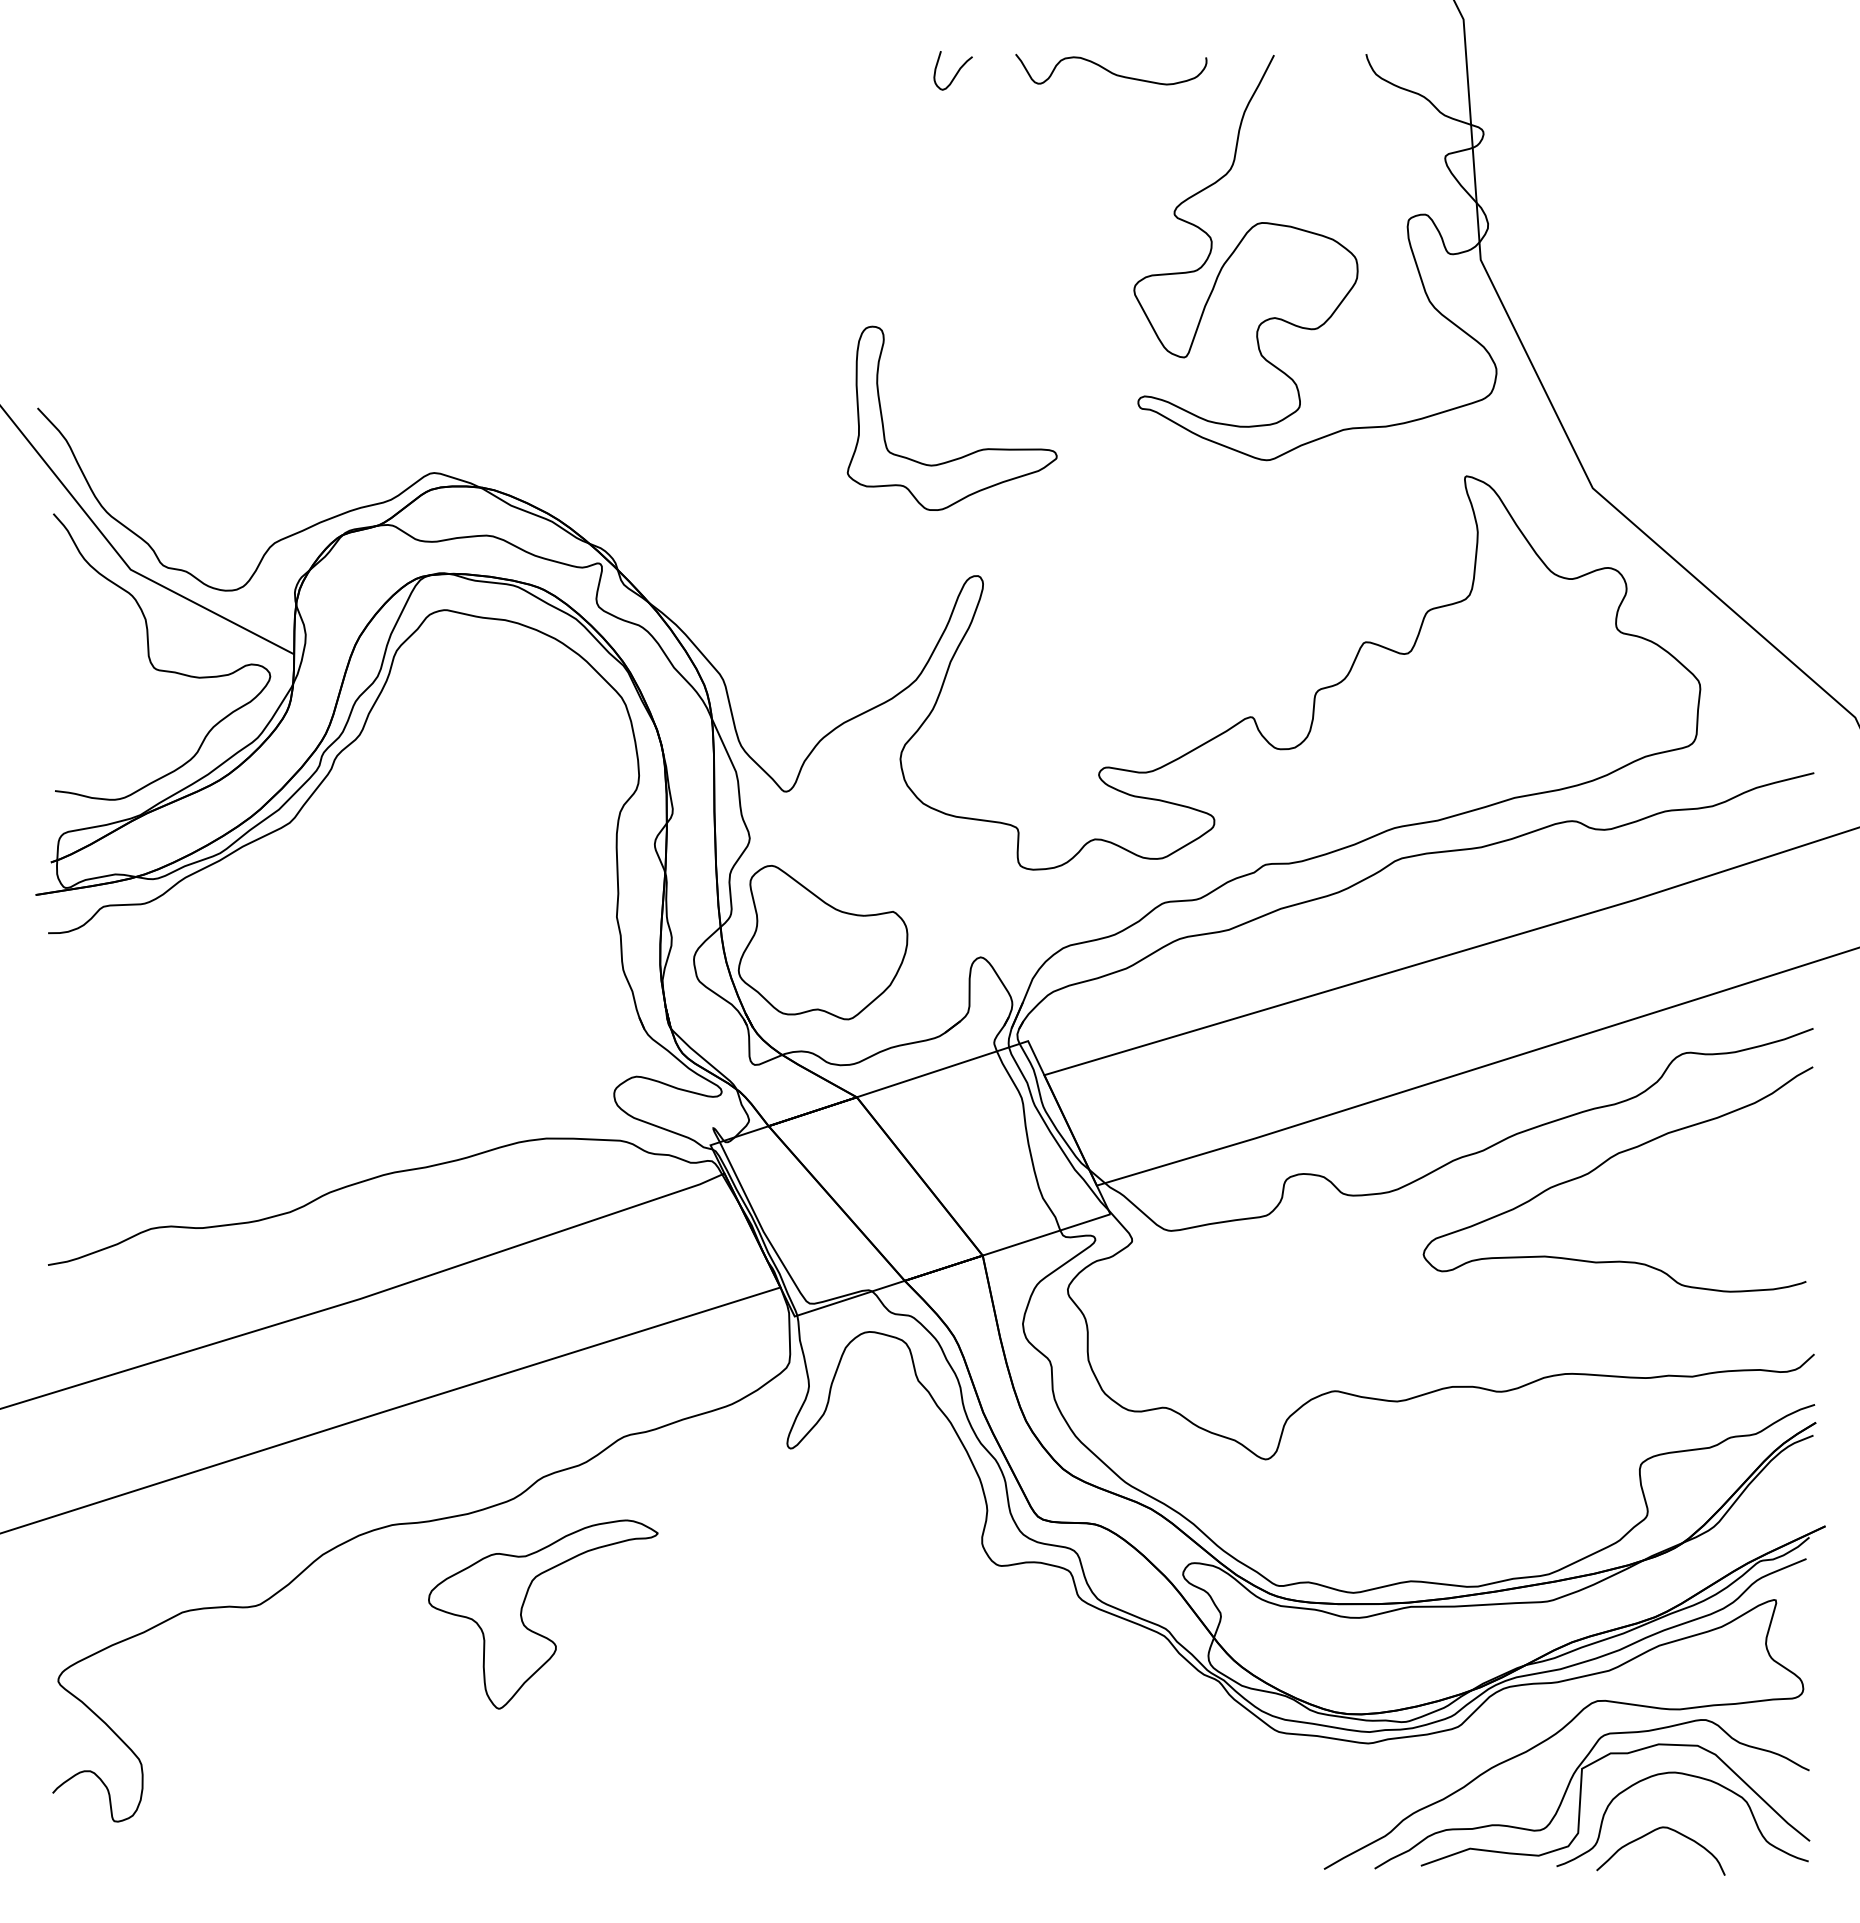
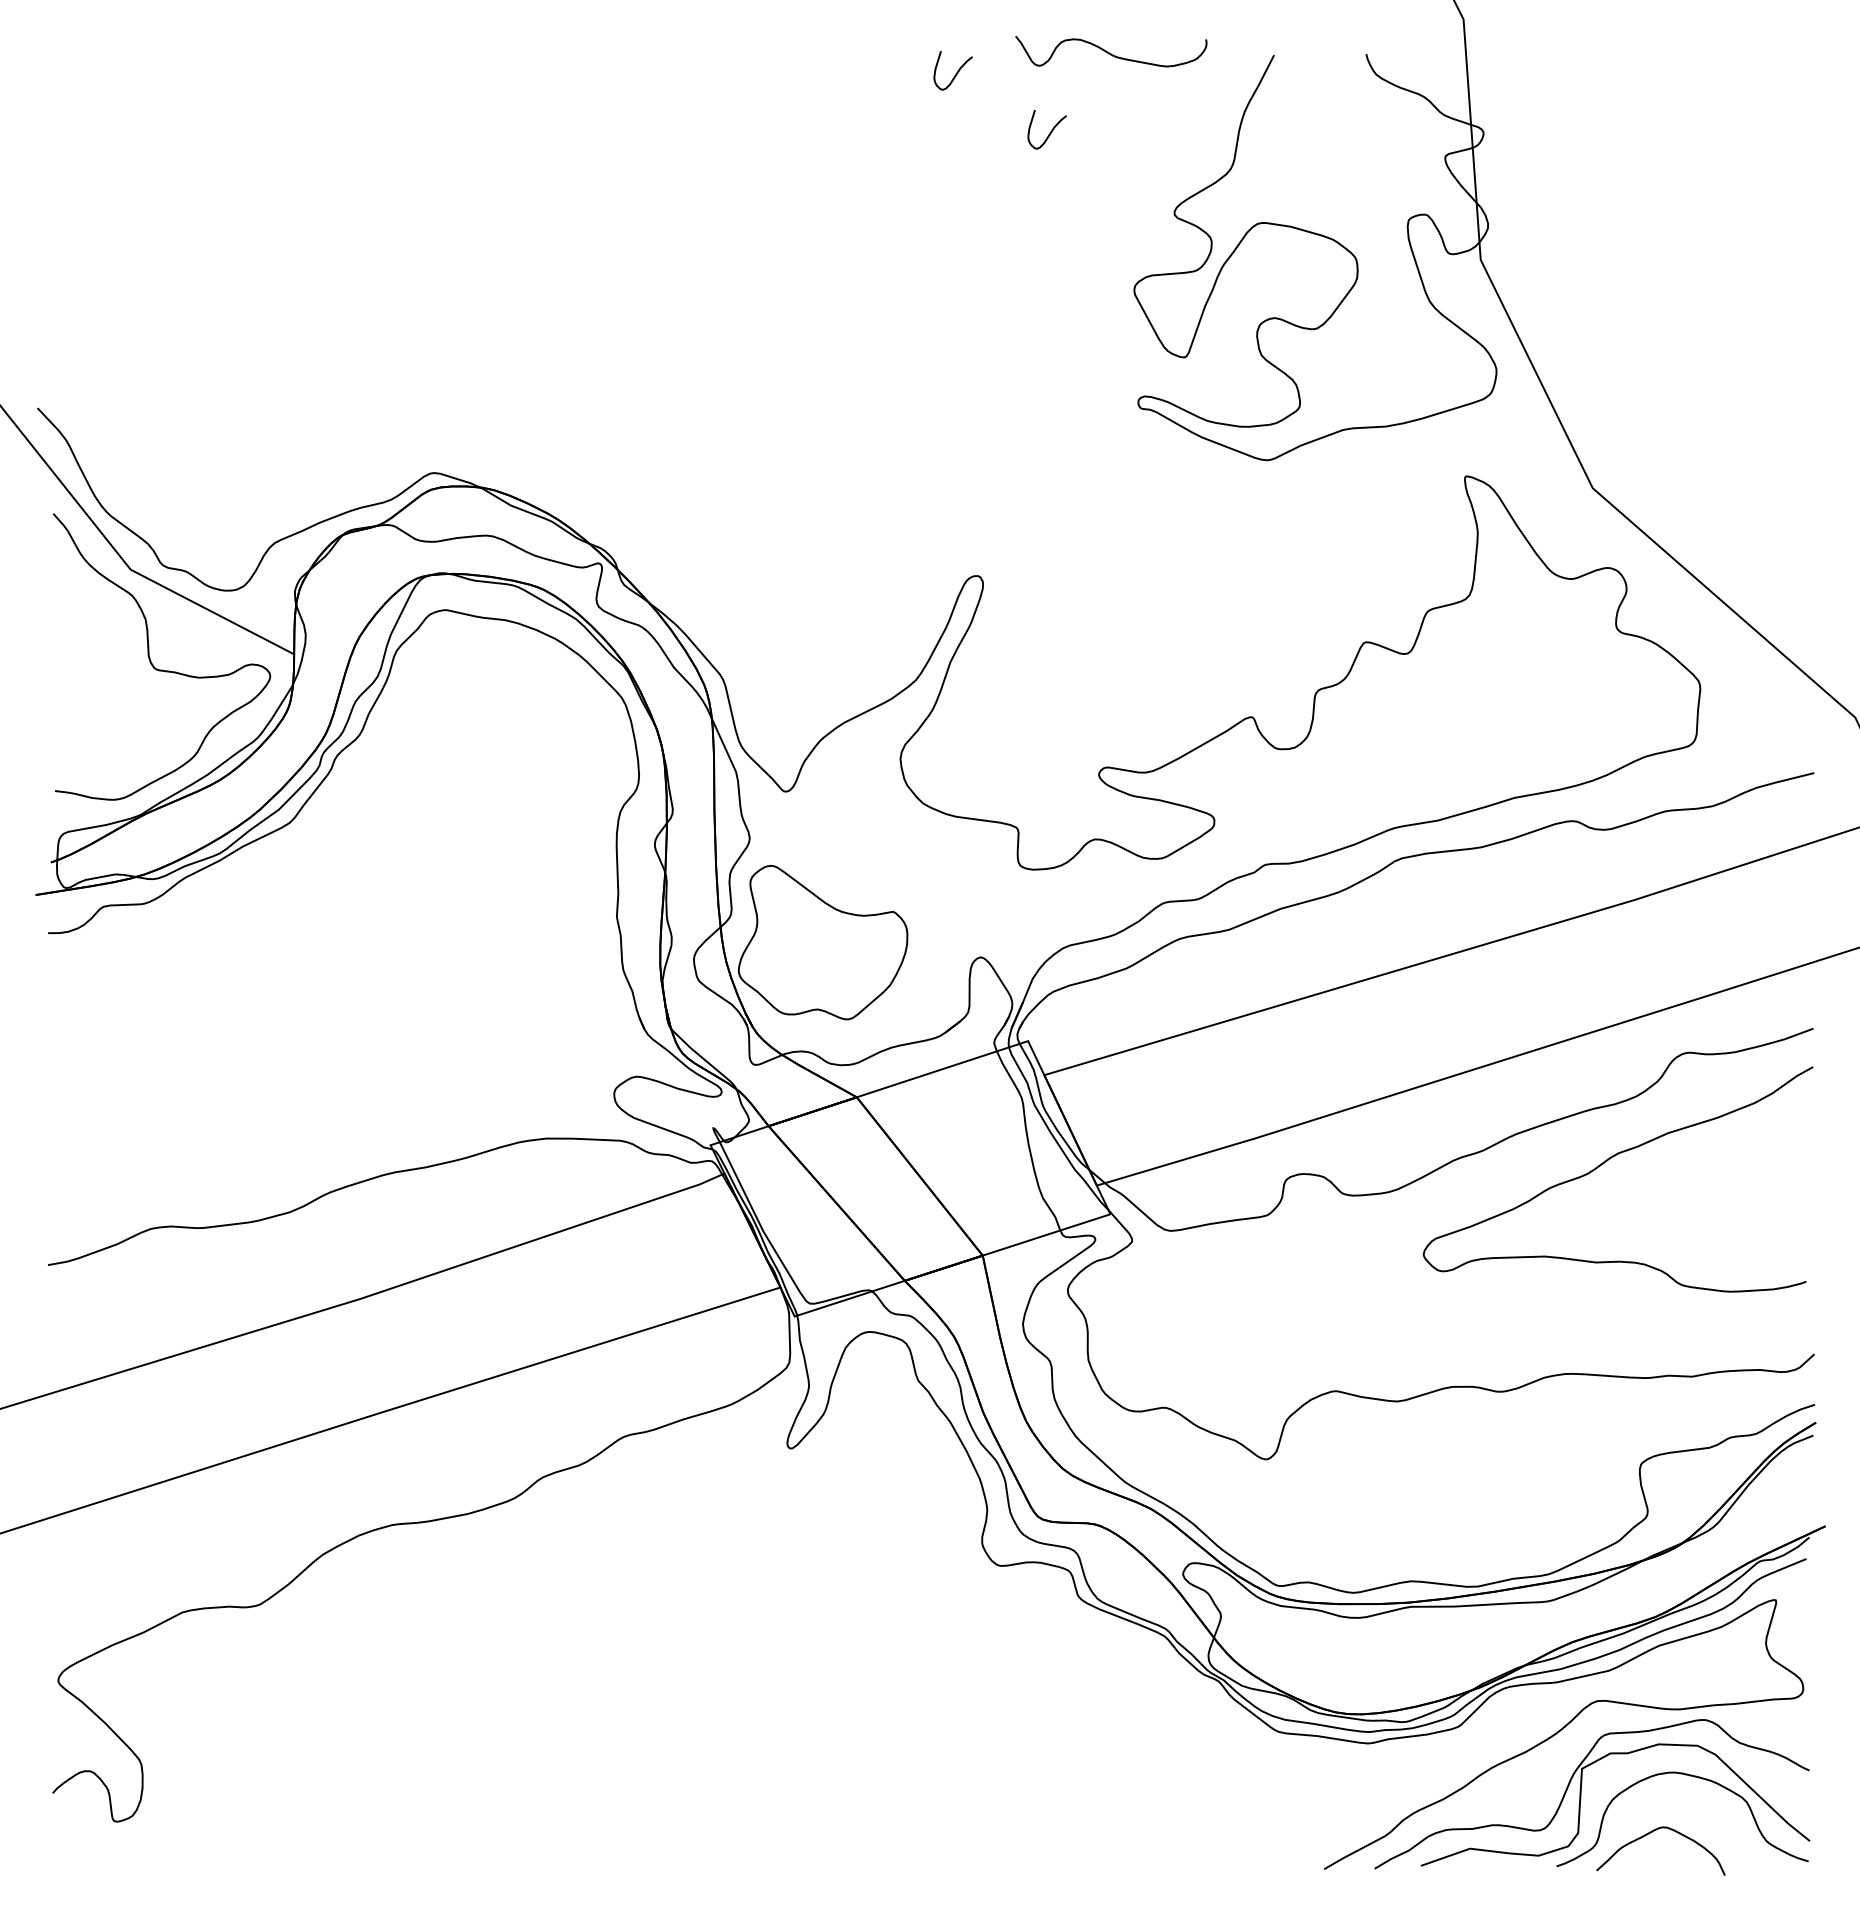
curve at (1111, 71) position: (1111, 71) -> (1111, 53)
curve at (1050, 131): none -> present
part at (968, 453): present -> none
part at (537, 1632): present -> none
